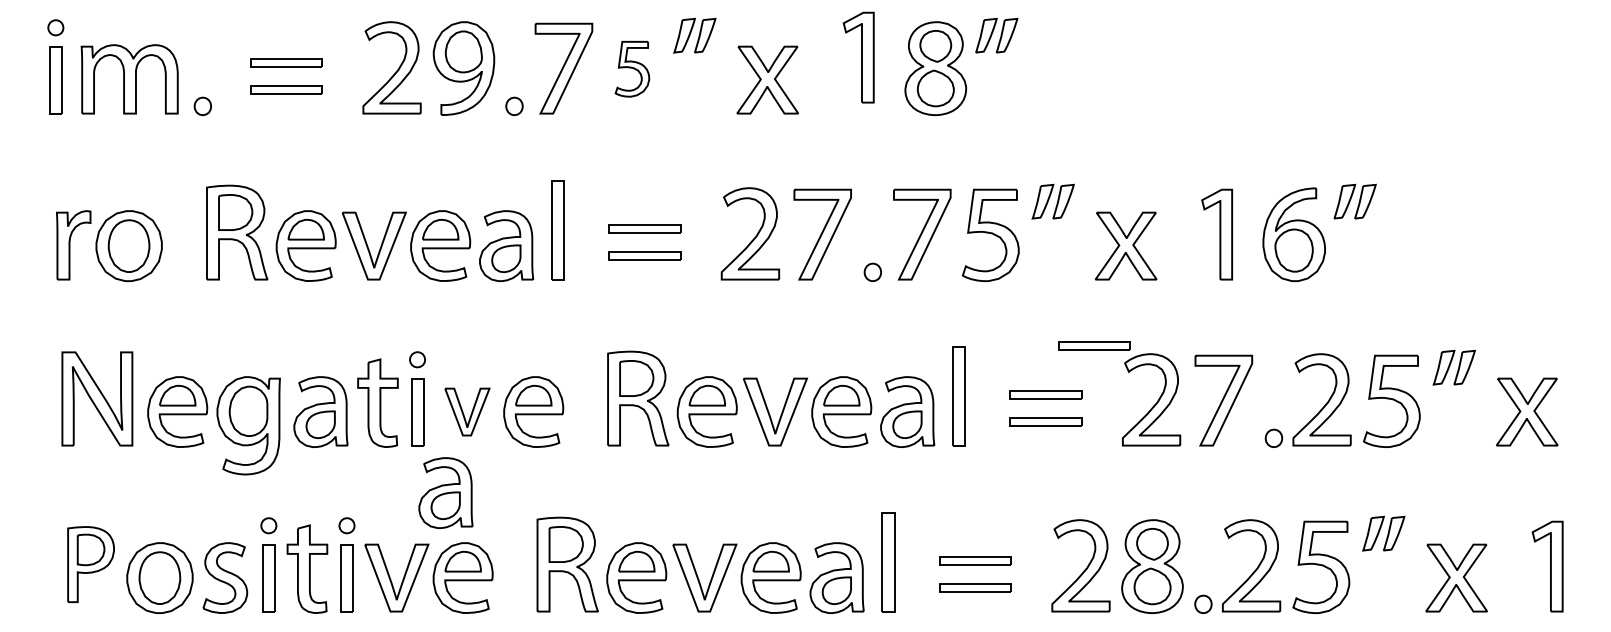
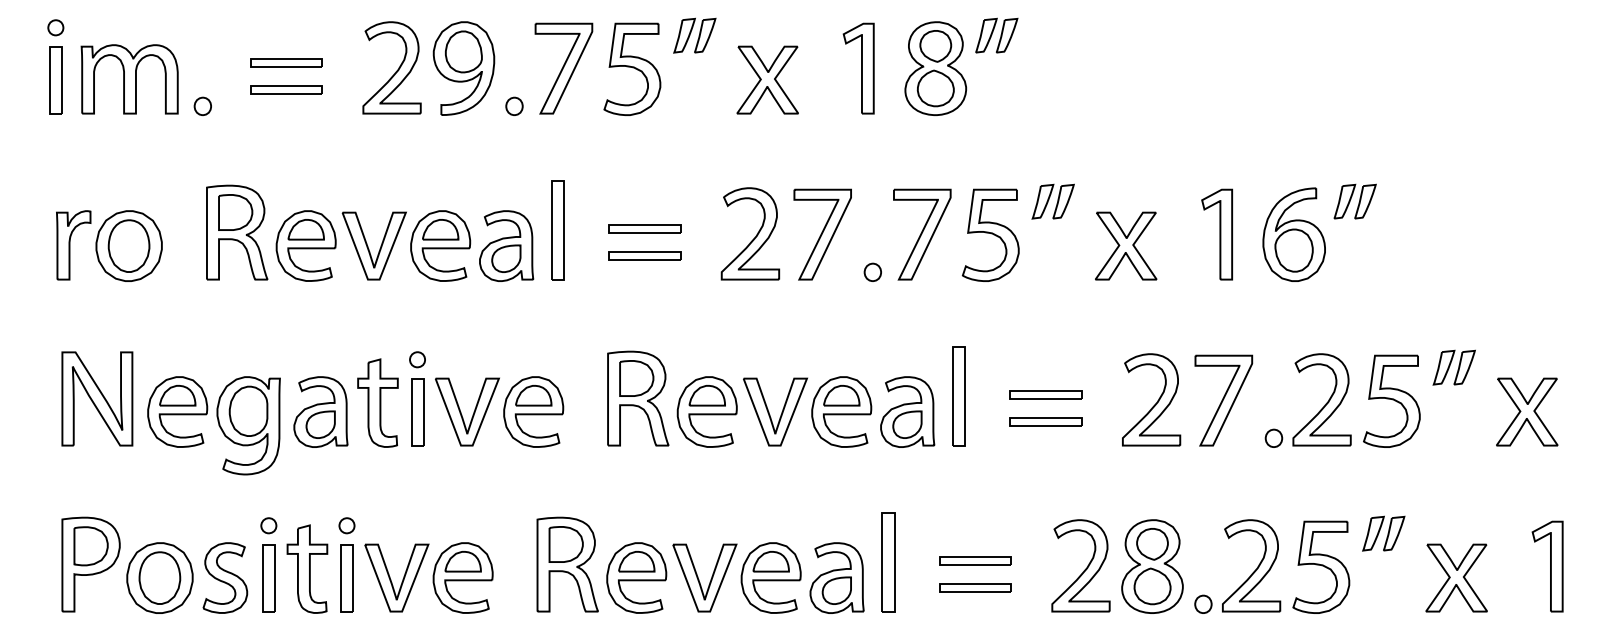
part at (858, 57) position: (858, 57) -> (858, 68)
part at (632, 69) size: 37x57 px -> 59x94 px
part at (1094, 345): present -> none
part at (467, 411) size: 47x50 px -> 65x70 px
part at (445, 492): present -> none
part at (90, 564) size: 48x78 px -> 60x97 px
